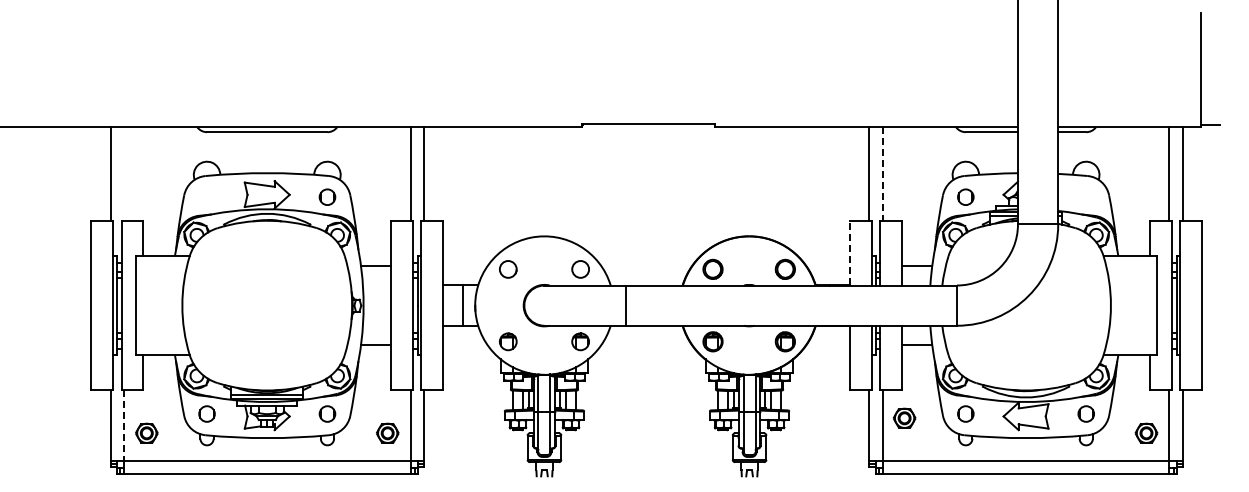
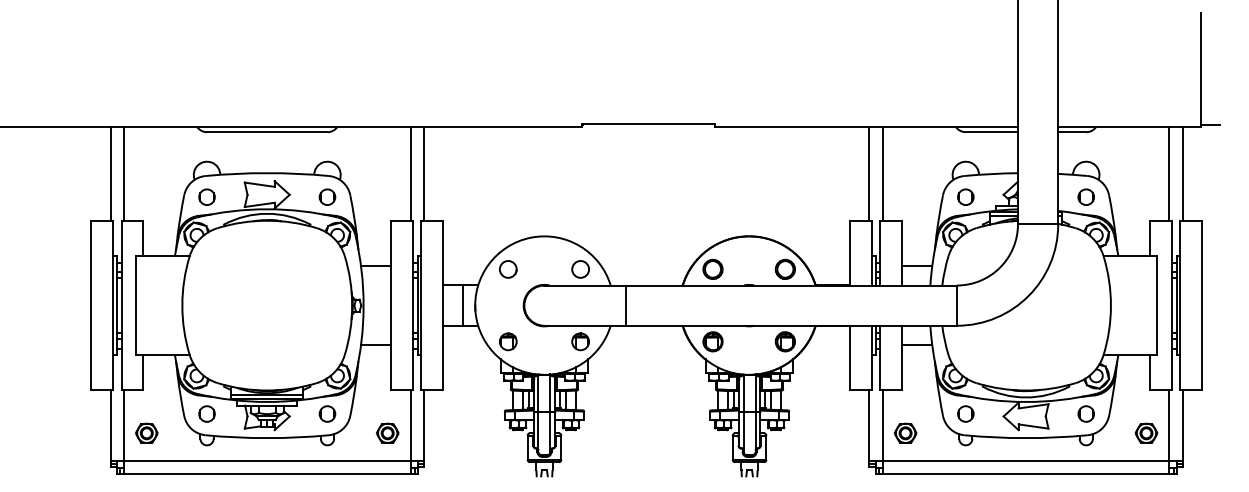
line at (123, 174): none -> present
line at (882, 174): dashed -> solid
circle at (206, 196): none -> present
circle at (1085, 196): none -> present
line at (850, 252): dashed -> solid
part at (904, 417) position: (904, 417) -> (905, 432)
line at (123, 425): dashed -> solid
